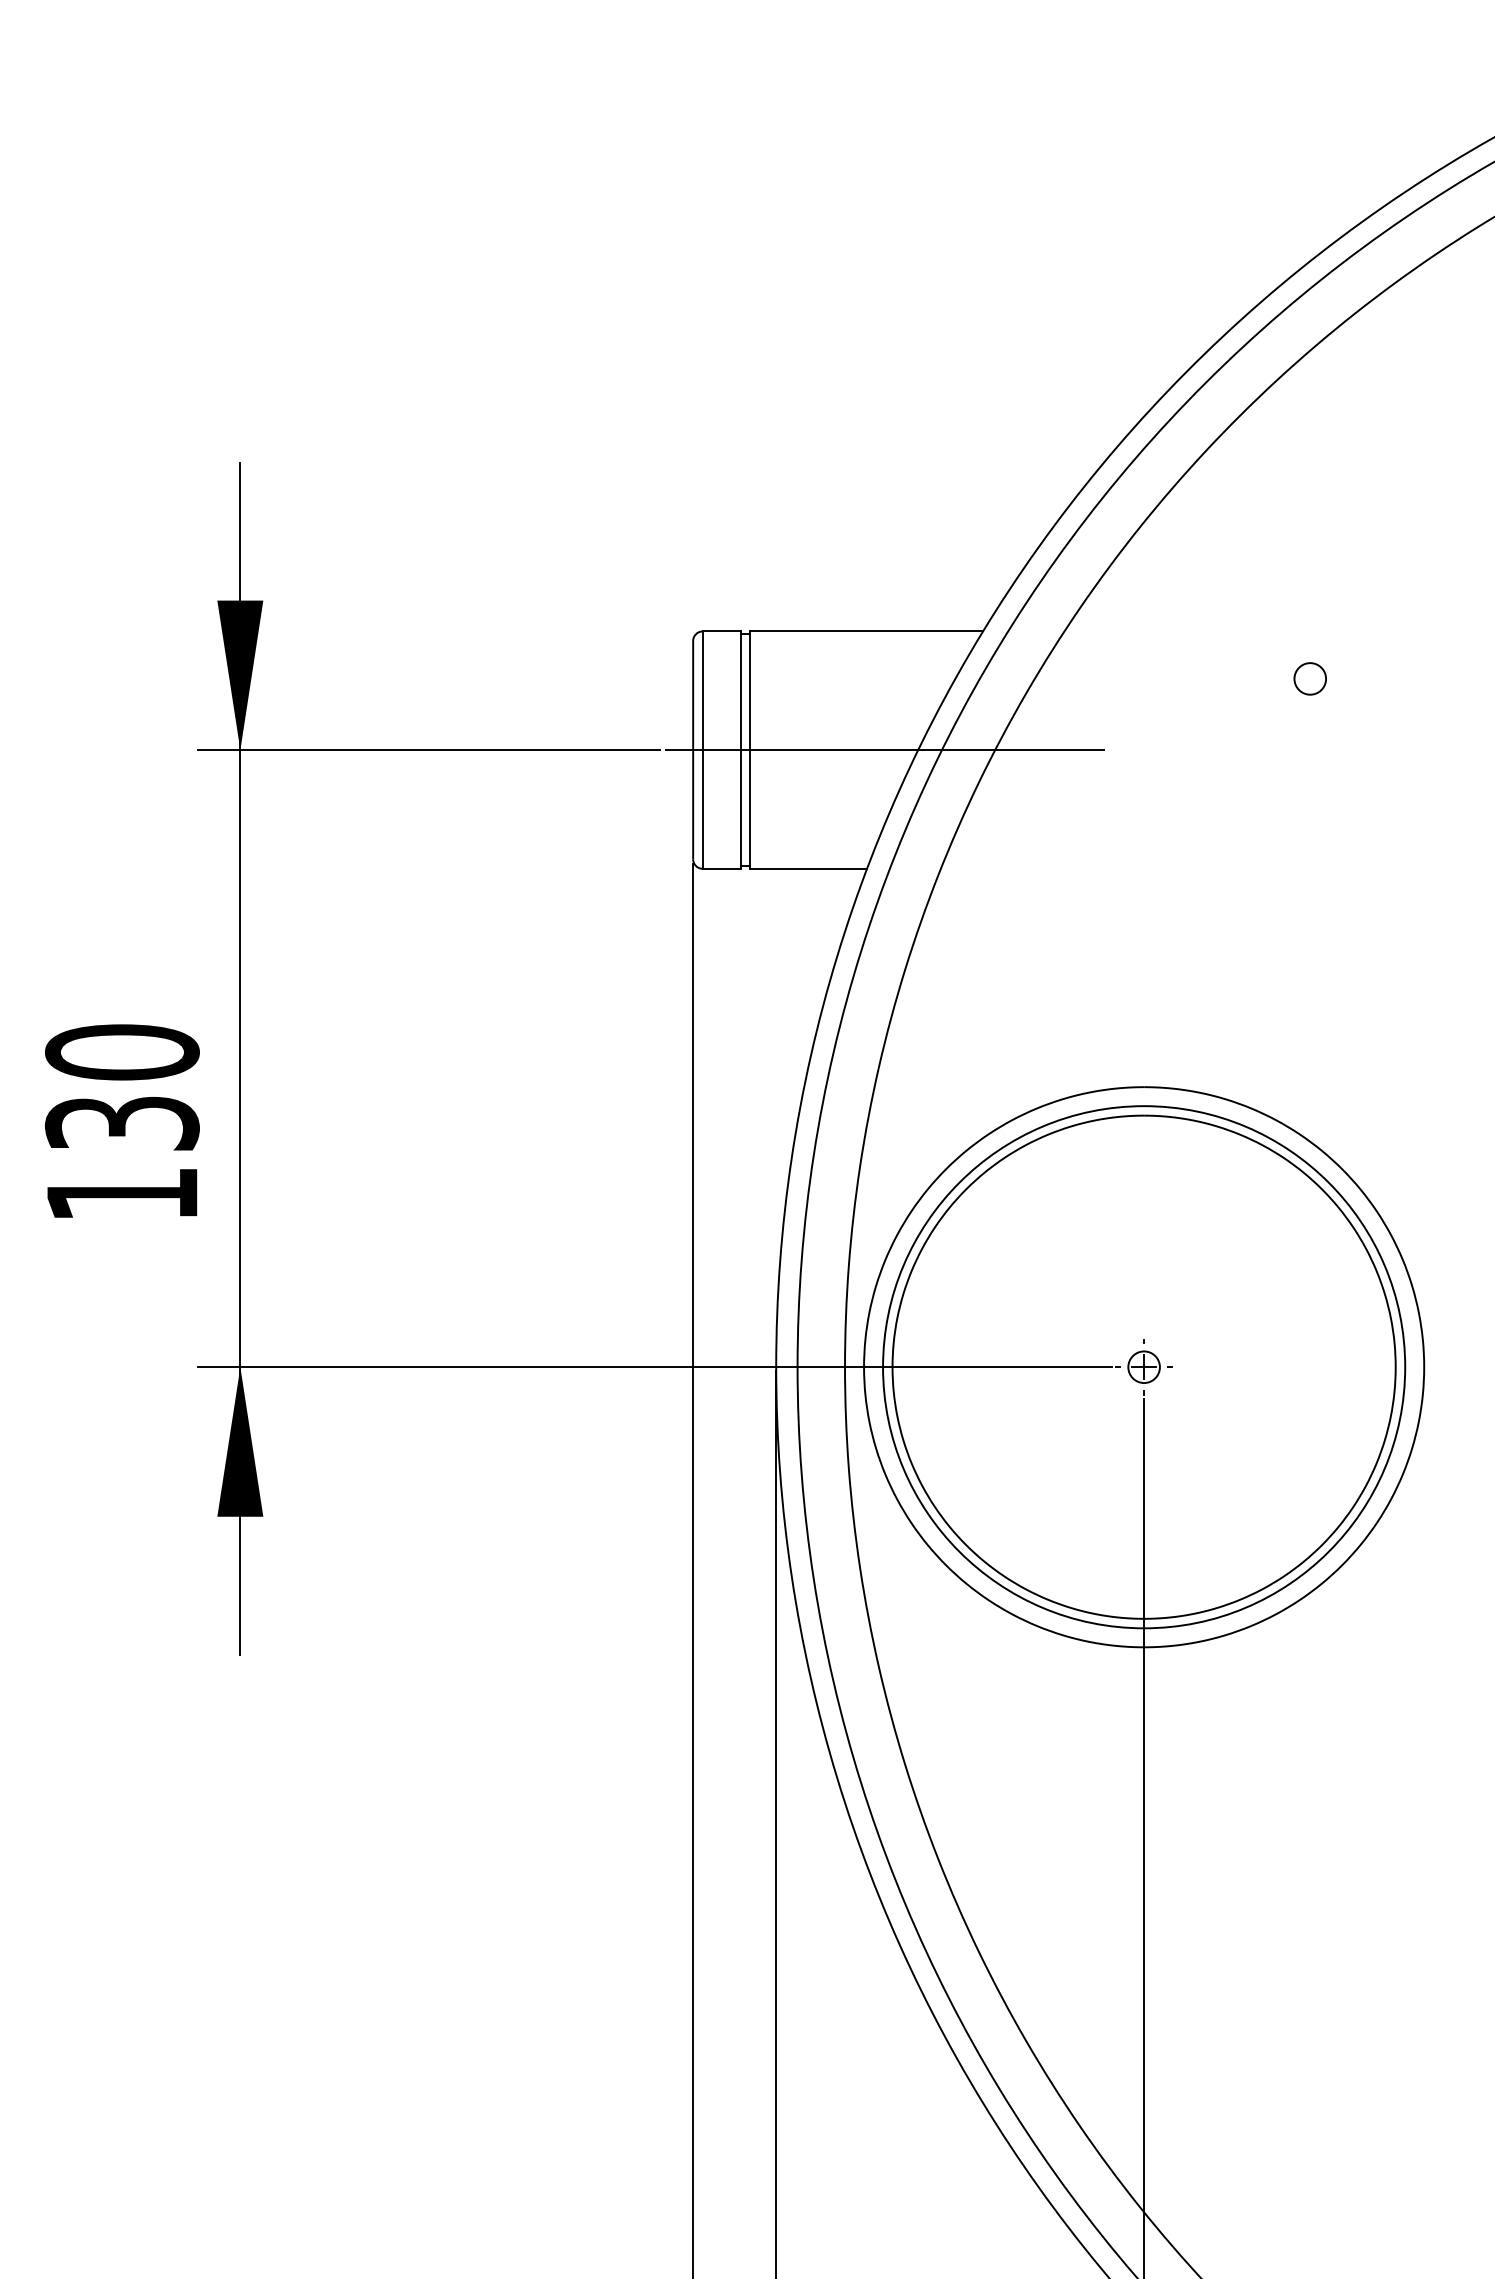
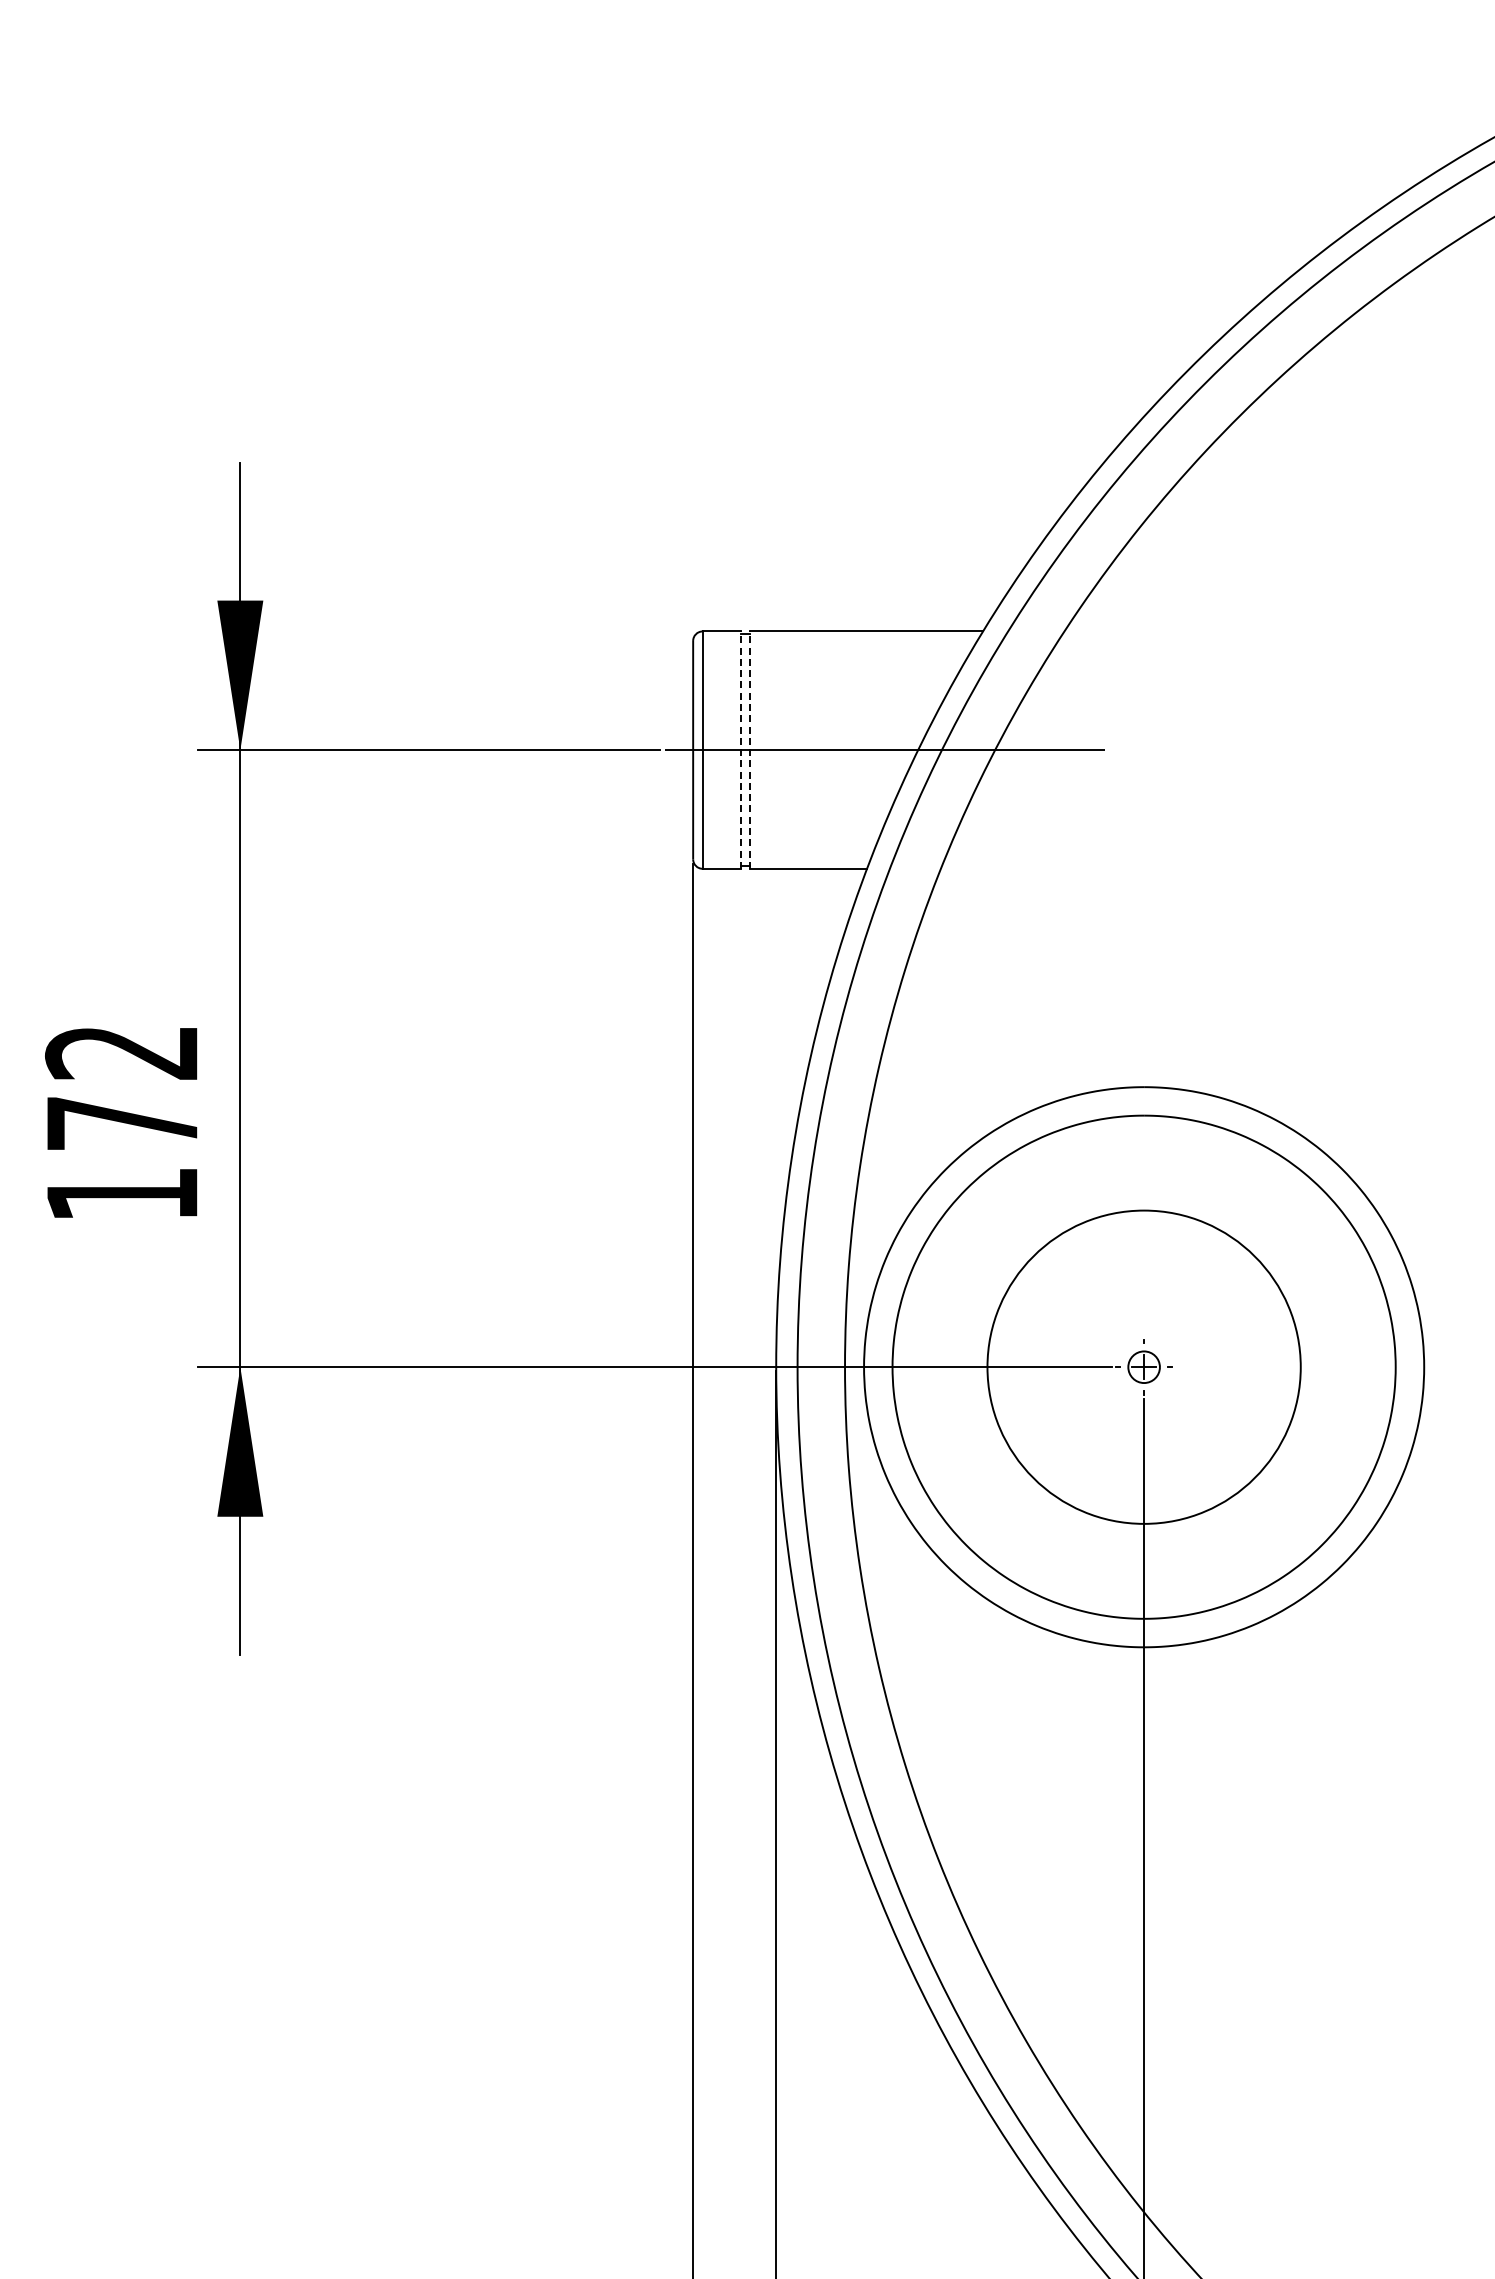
circle at (1309, 678): present -> none
line at (740, 750): solid -> dashed
line at (750, 750): solid -> dashed
text at (122, 1087): 130 -> 172
circle at (1144, 1367) diameter: 522 px -> 313 px
